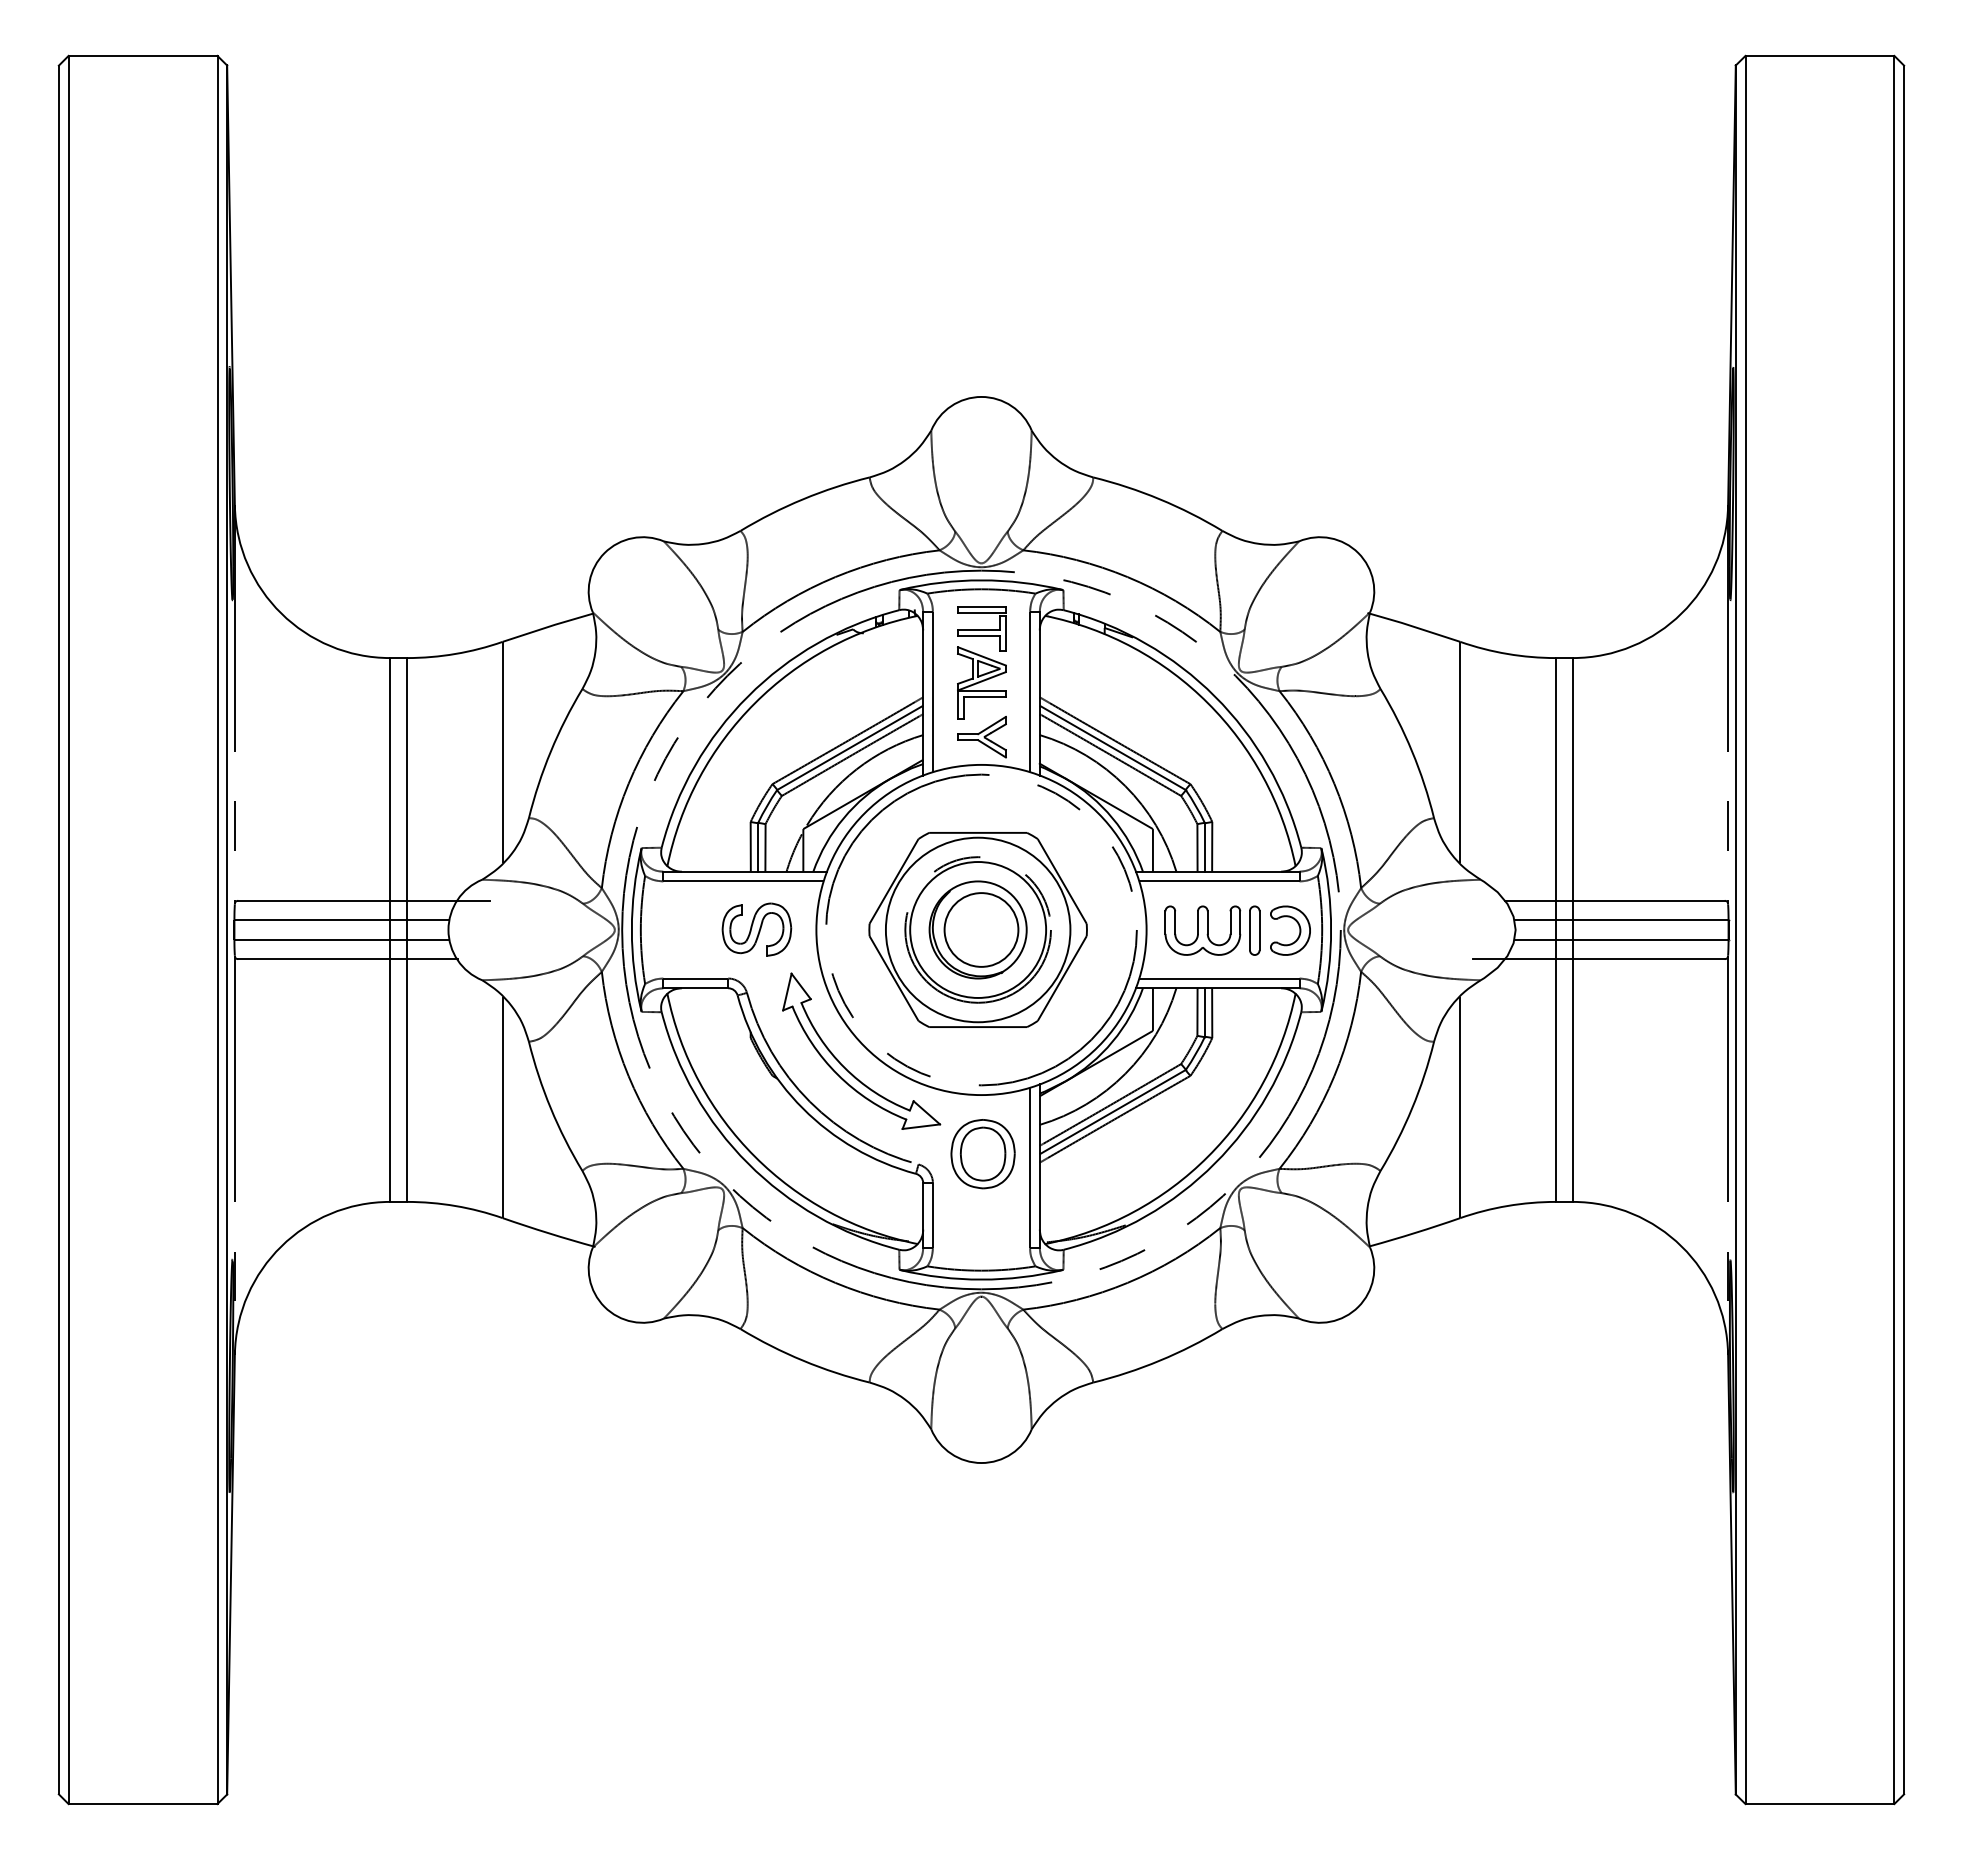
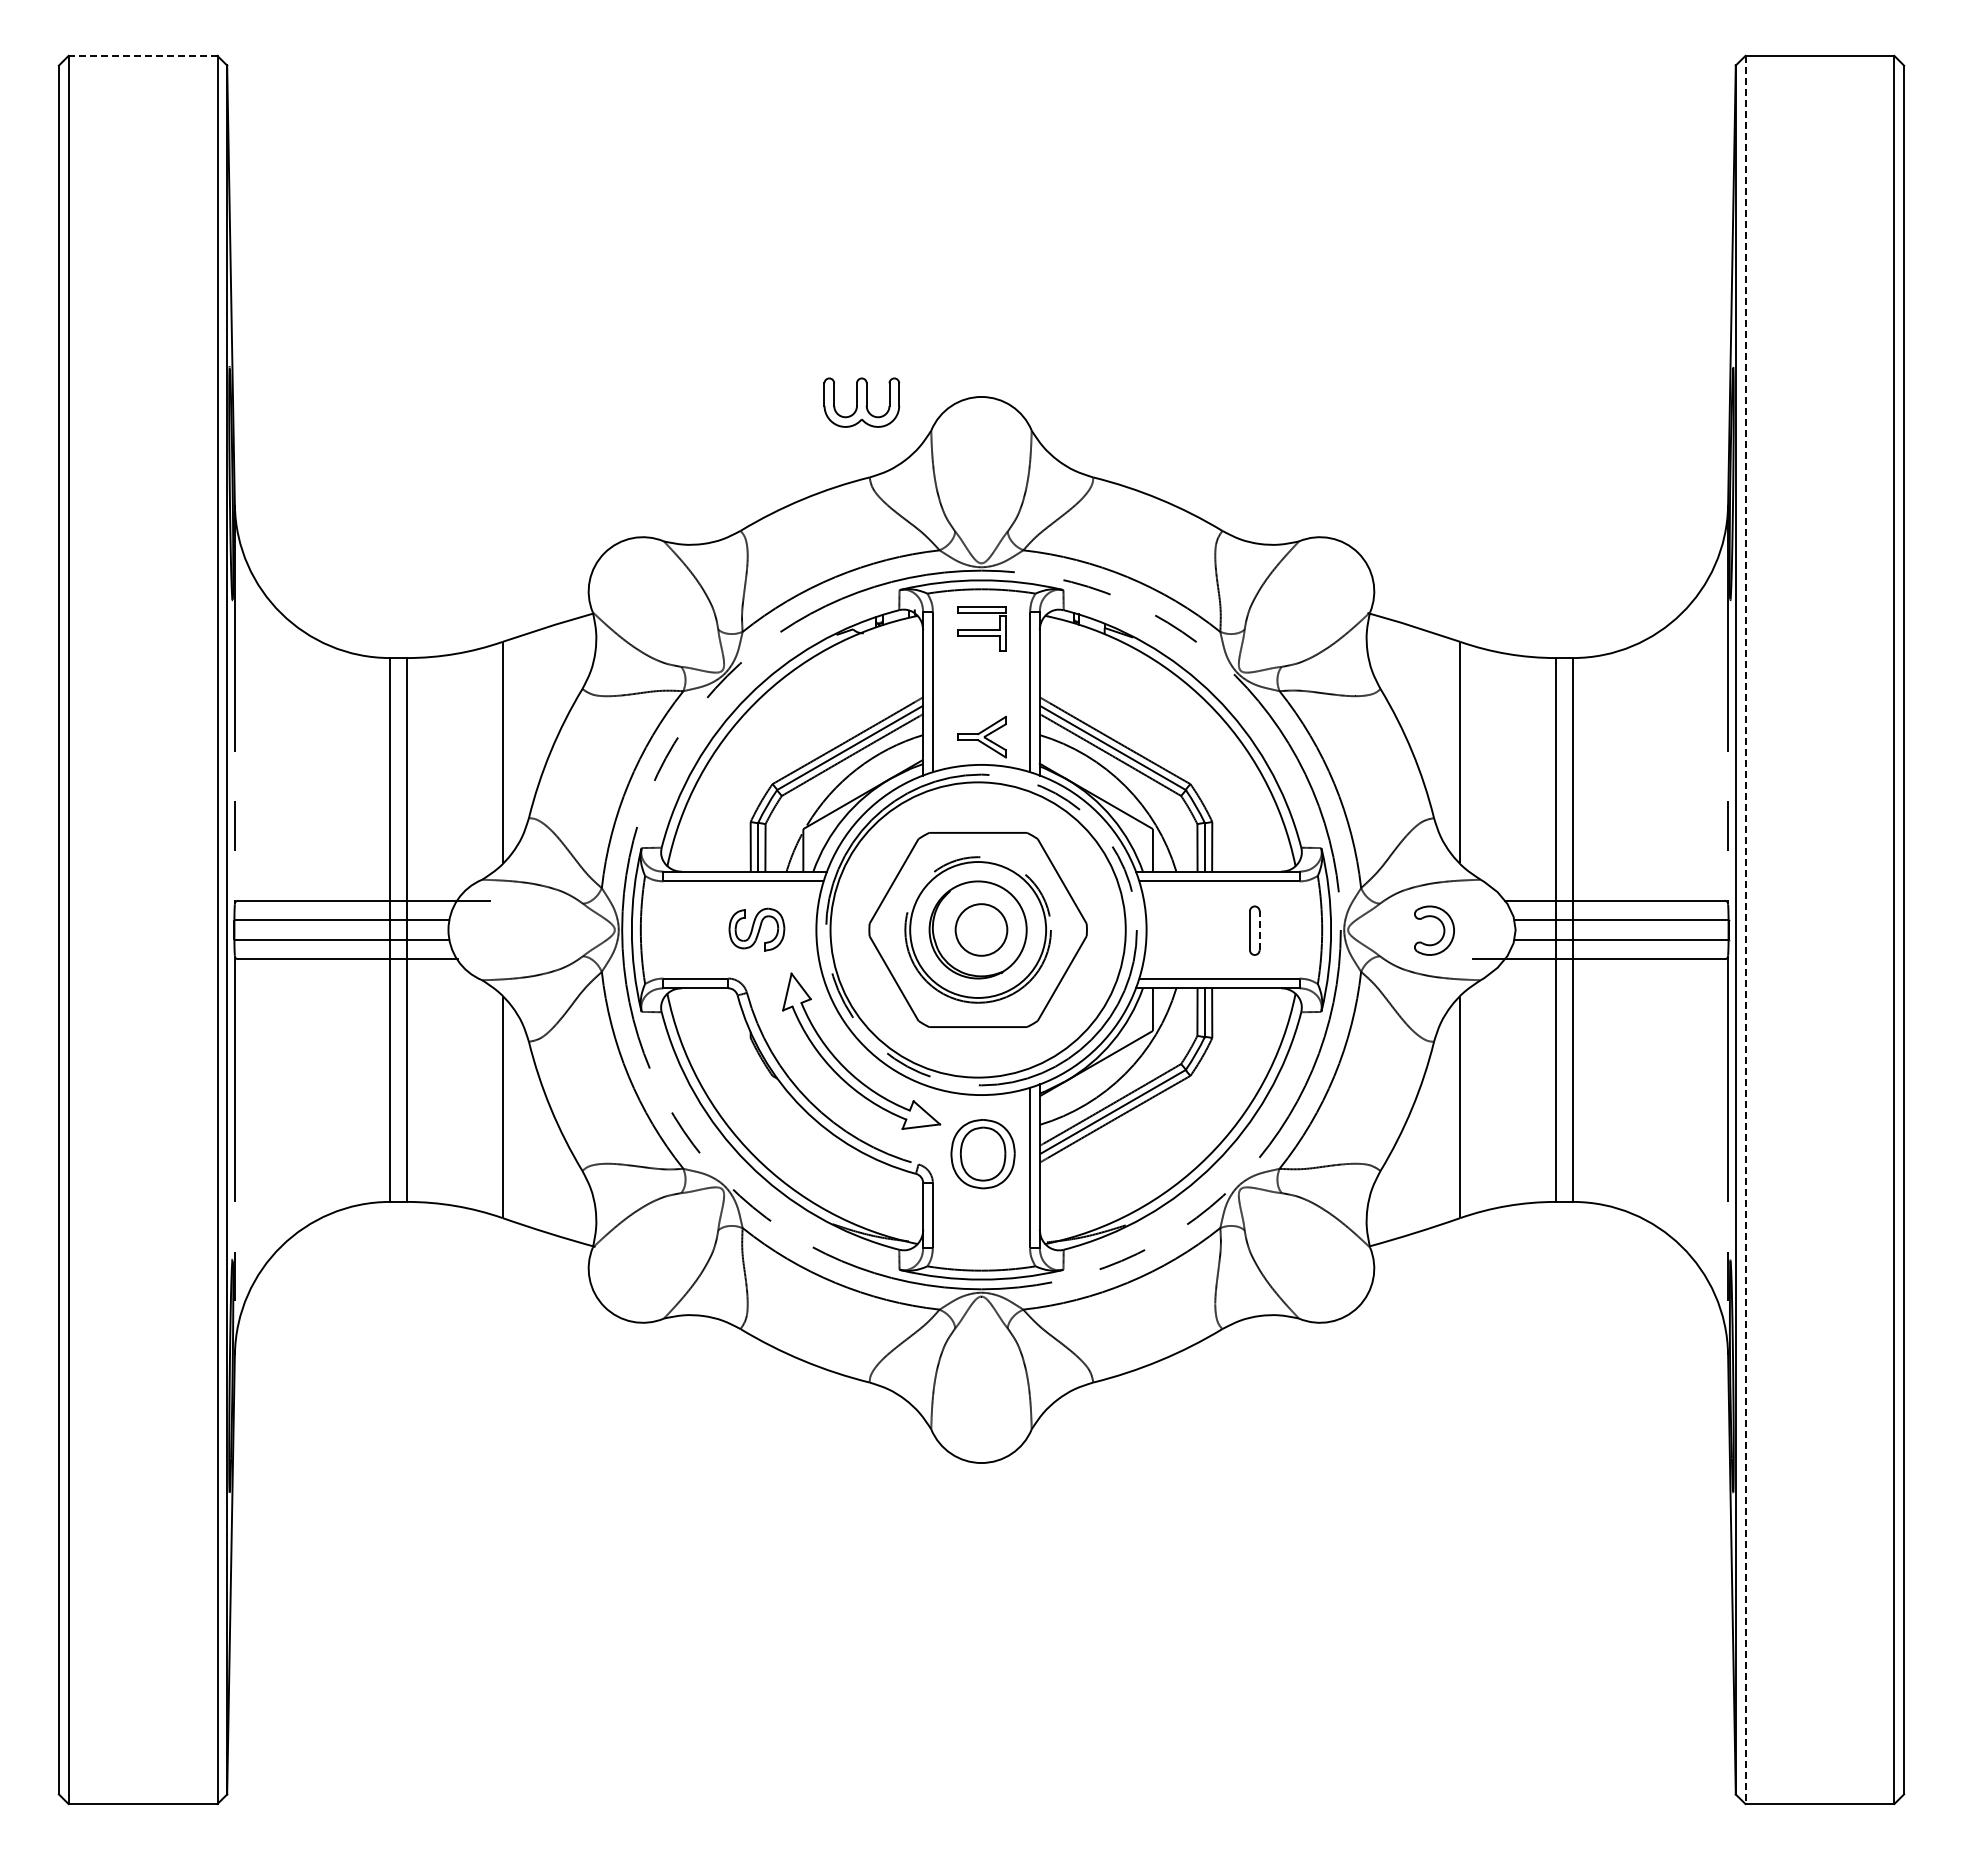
line at (142, 55): solid -> dashed
part at (981, 682): present -> none
part at (1298, 926) position: (1298, 926) -> (1442, 926)
part at (756, 929) size: 72x55 px -> 58x45 px
circle at (977, 929) diameter: 185 px -> 295 px
circle at (981, 929) diameter: 74 px -> 52 px
part at (1202, 930) position: (1202, 930) -> (861, 402)
line at (1259, 930): solid -> dashed
line at (1745, 930): solid -> dashed
